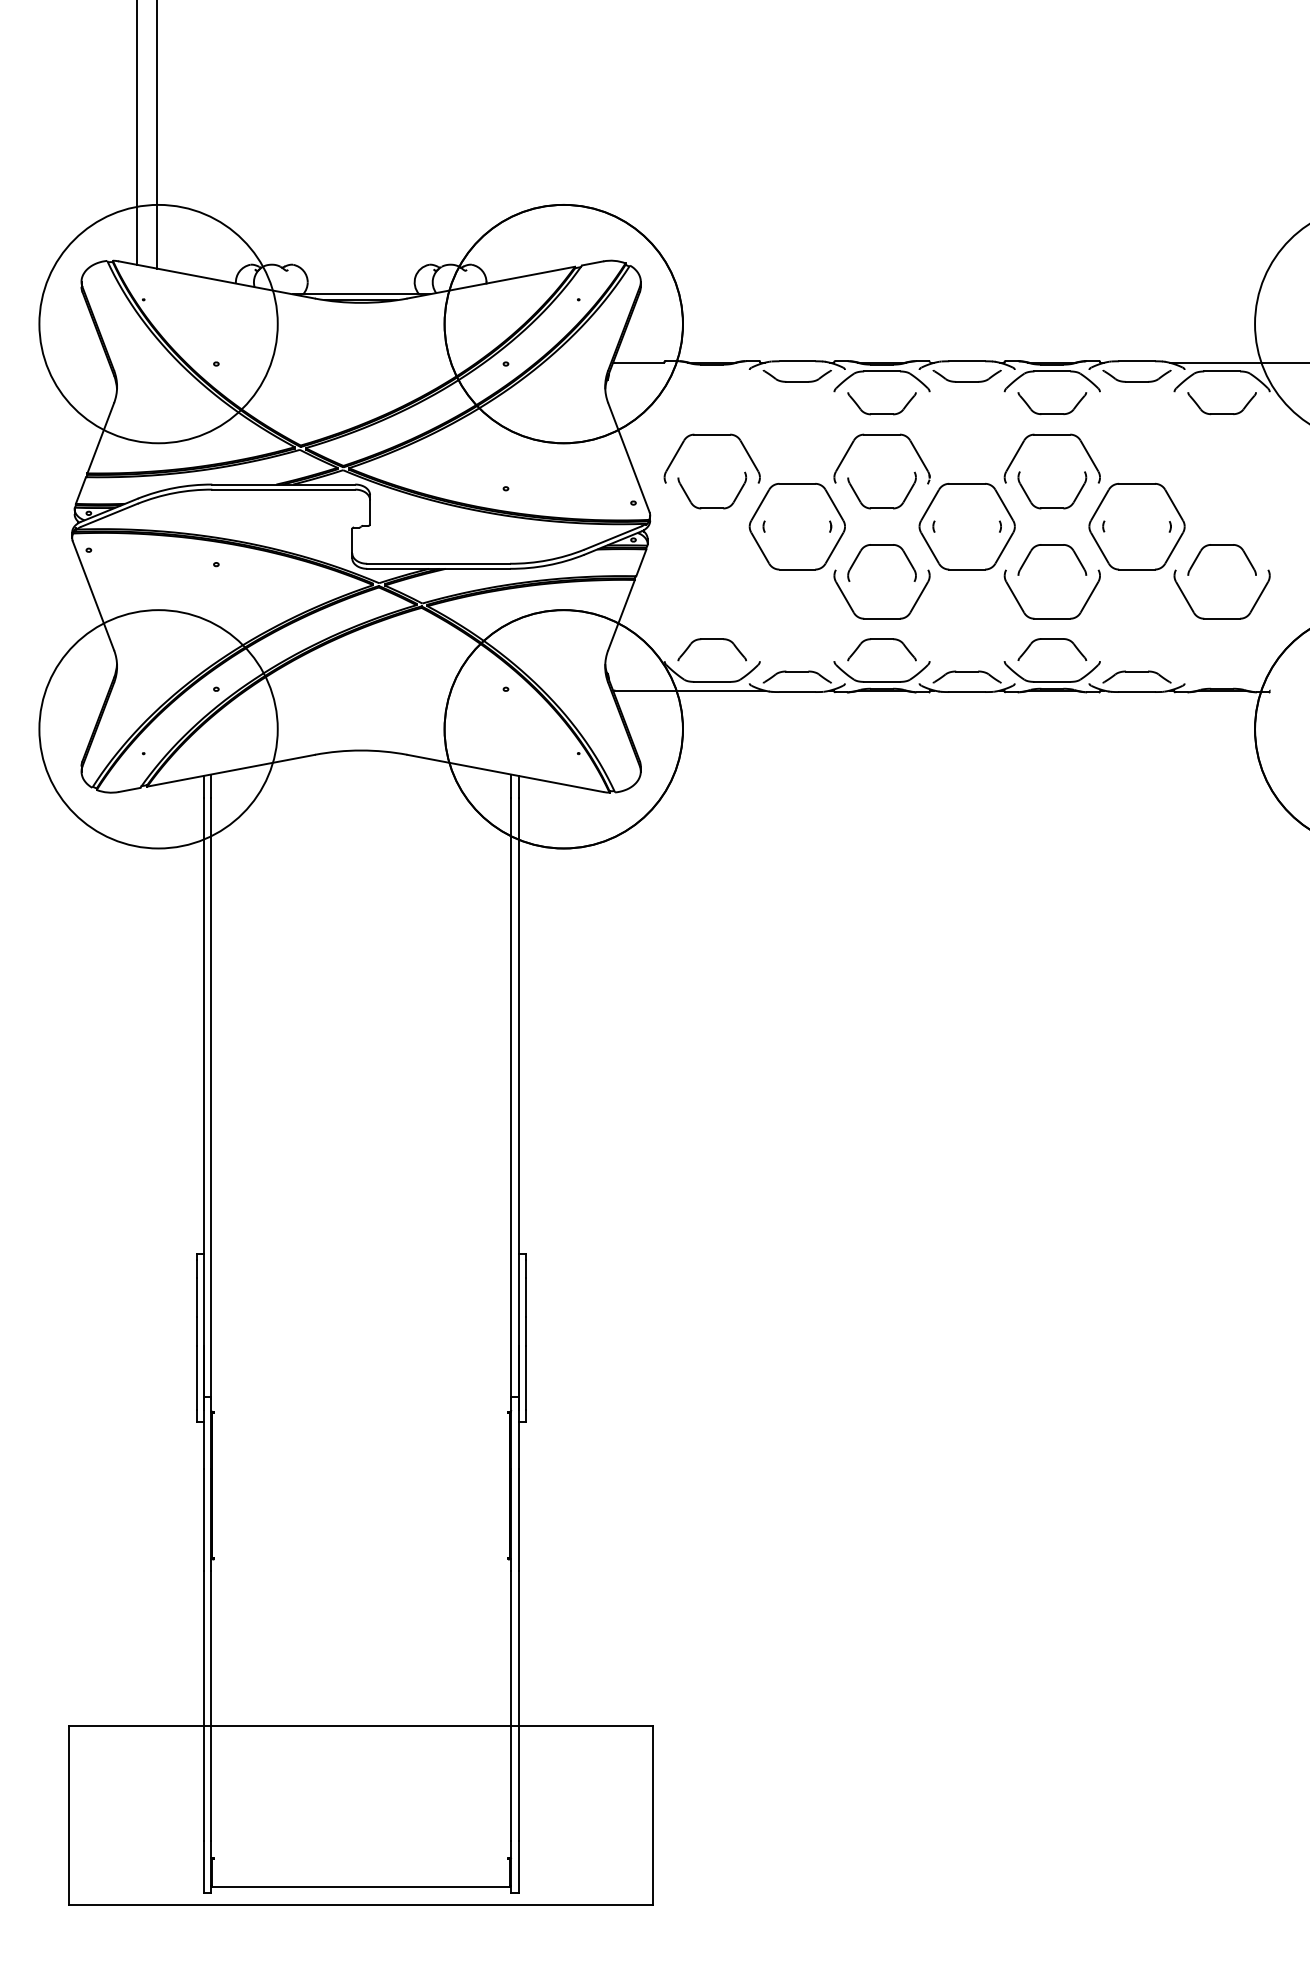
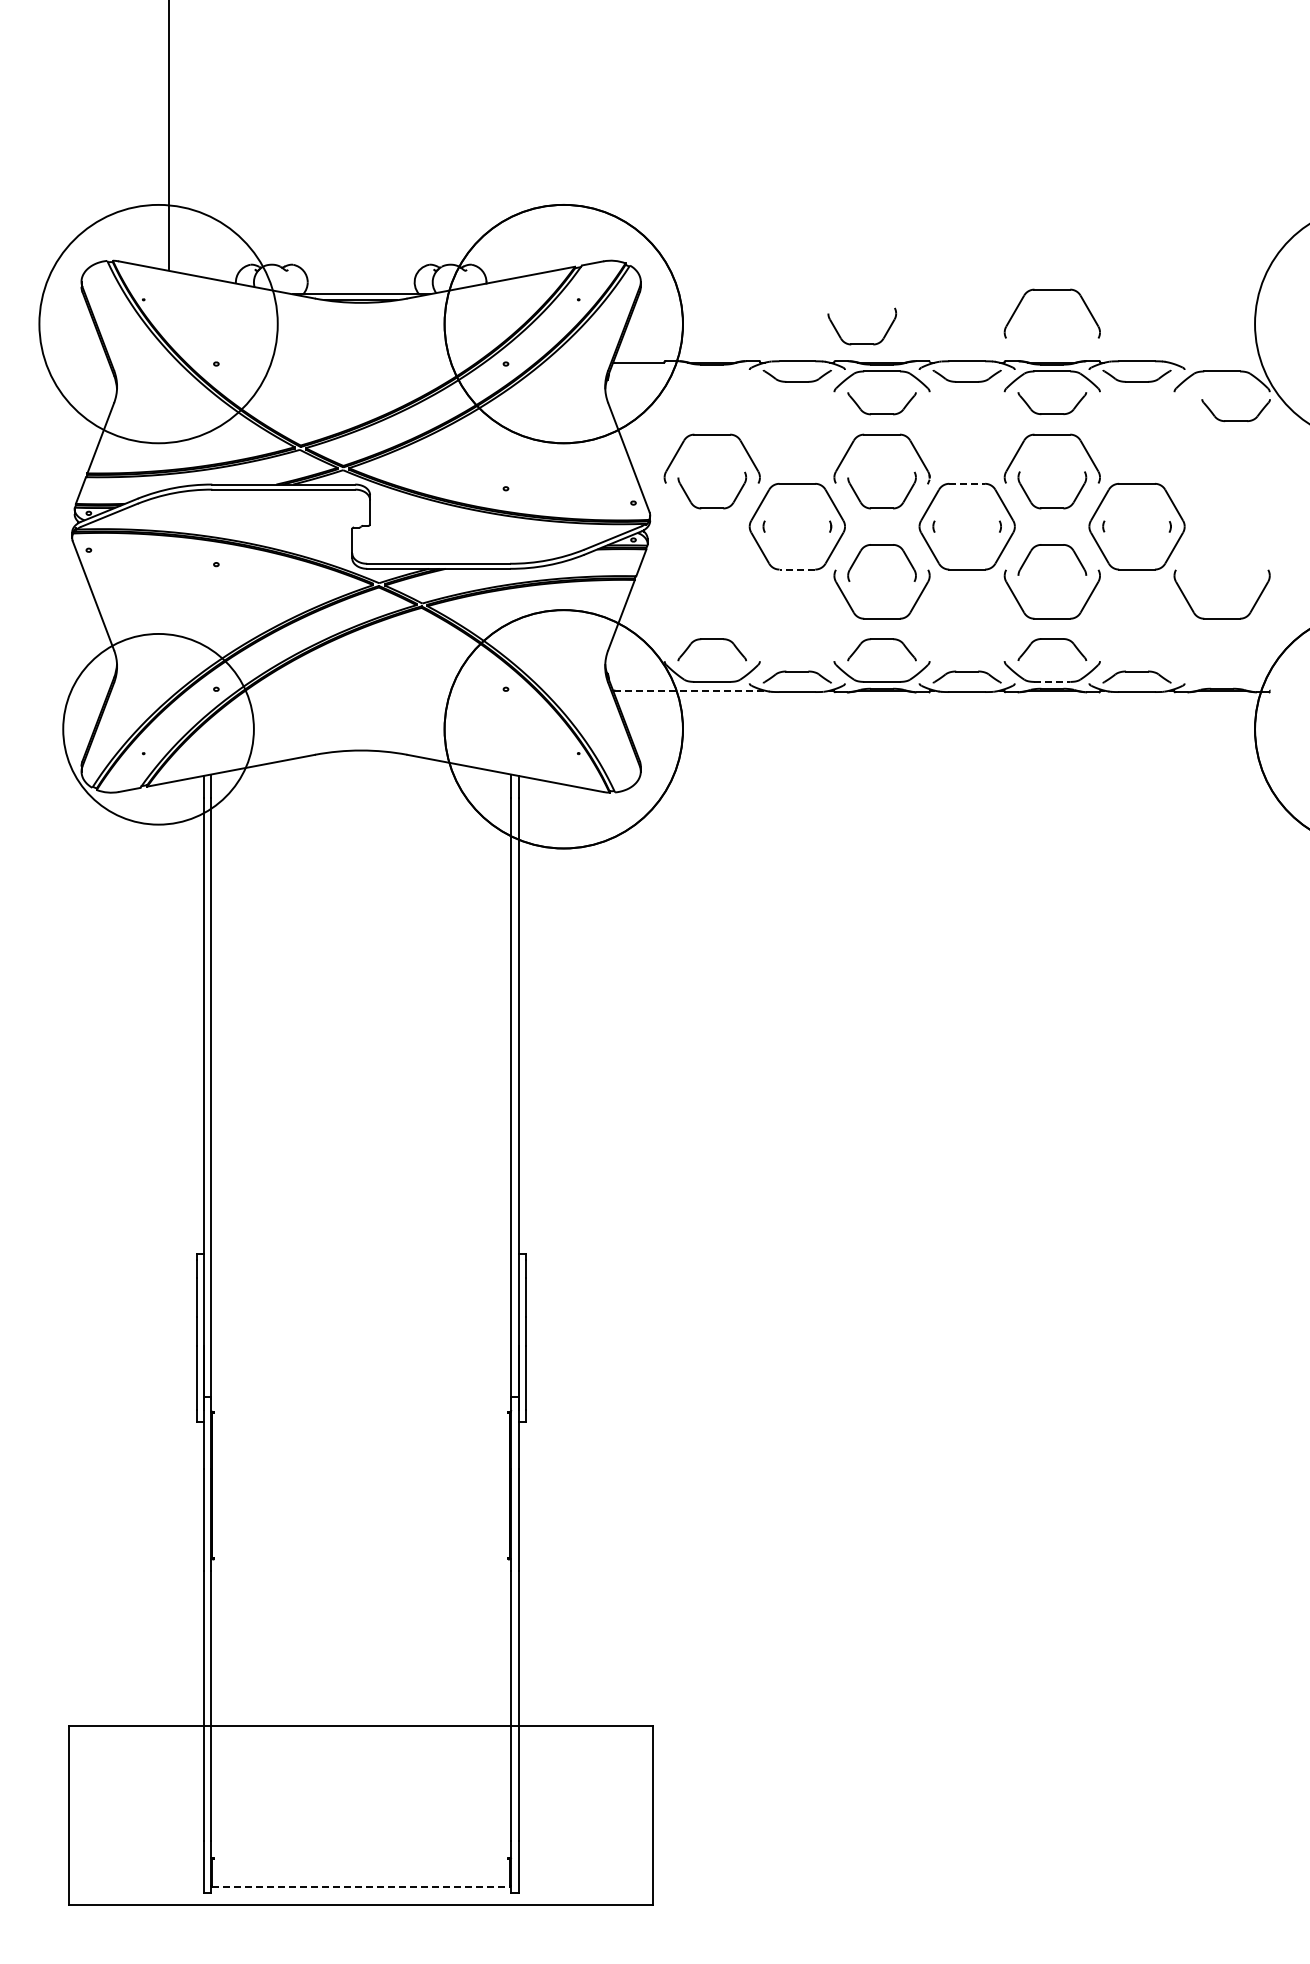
line at (136, 133): present -> none
line at (156, 135) position: (156, 135) -> (168, 135)
part at (1051, 290): none -> present
part at (862, 343): none -> present
line at (1237, 362): present -> none
part at (1221, 413) position: (1221, 413) -> (1235, 420)
line at (967, 483): solid -> dashed
part at (1221, 545): present -> none
line at (797, 569): solid -> dashed
line at (1052, 681): solid -> dashed
line at (690, 690): solid -> dashed
circle at (158, 729) diameter: 238 px -> 191 px
line at (361, 1886): solid -> dashed
